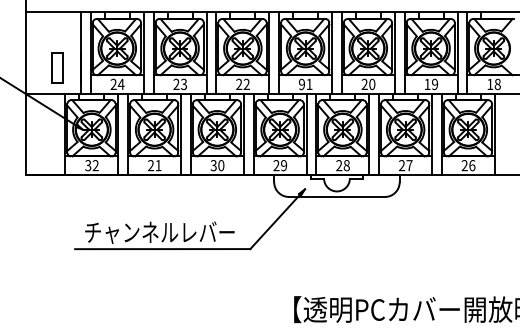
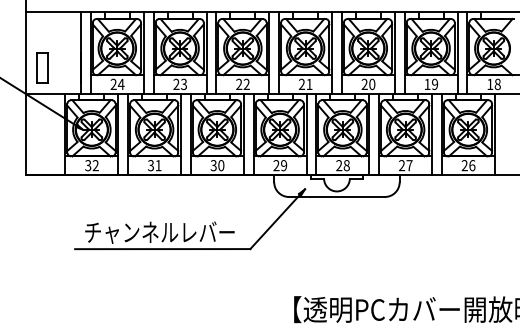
part at (57, 67) position: (57, 67) -> (42, 67)
text at (301, 84): 91 -> 21
text at (150, 165): 21 -> 31
